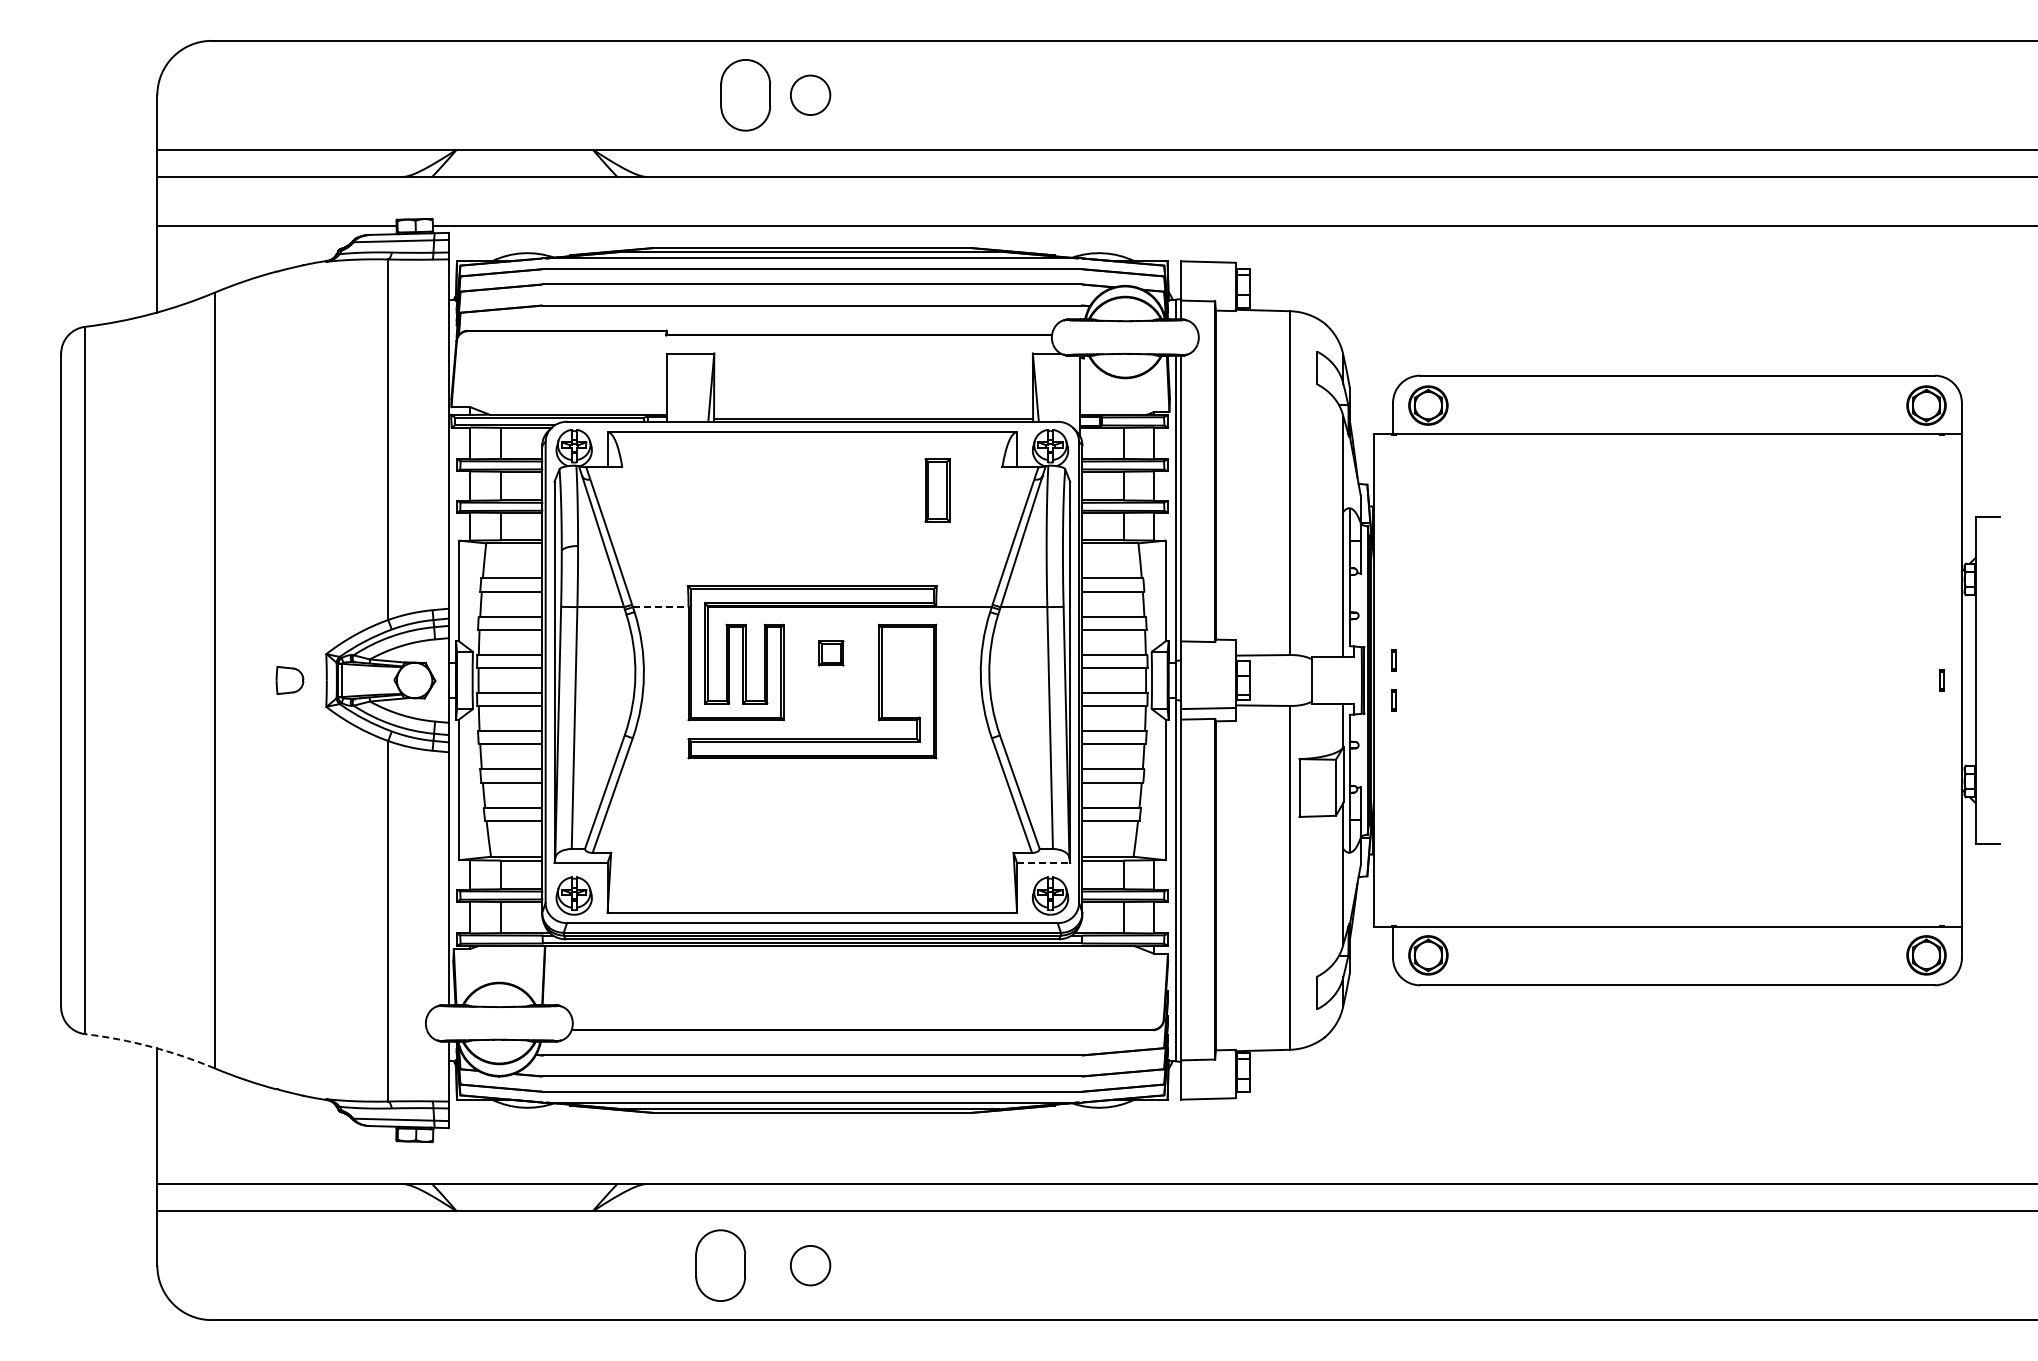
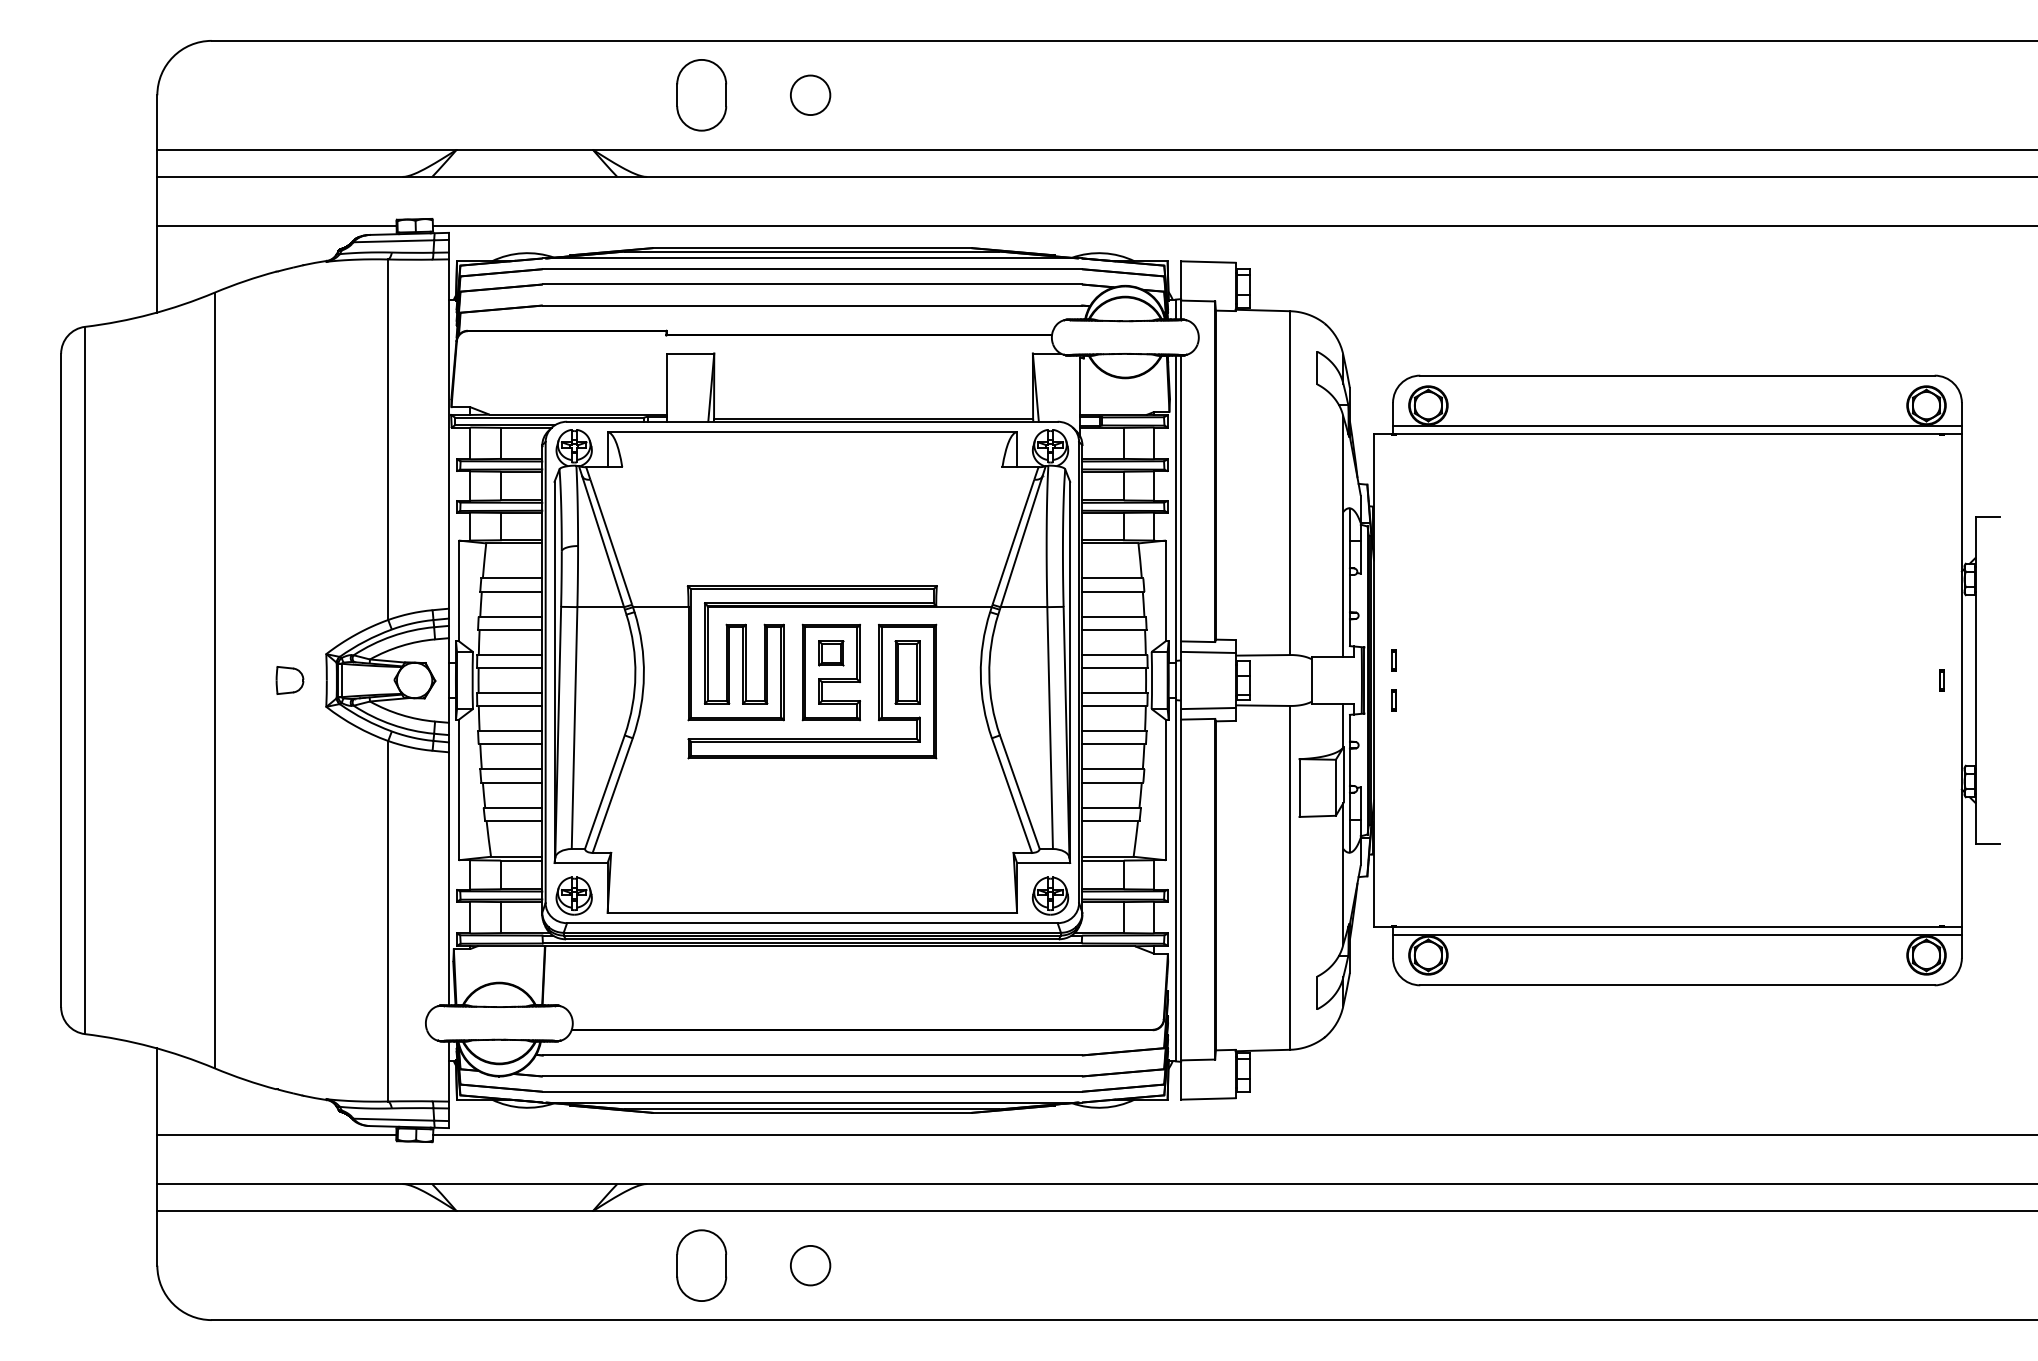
part at (745, 95) position: (745, 95) -> (701, 95)
line at (1677, 425): none -> present
part at (937, 490) position: (937, 490) -> (907, 672)
line at (660, 607): dashed -> solid
line at (1208, 652): none -> present
part at (831, 672): none -> present
line at (1043, 863): dashed -> solid
line at (1677, 935): none -> present
arc at (151, 1046): dashed -> solid
line at (276, 1135): none -> present
line at (1233, 1135): none -> present
part at (720, 1265) position: (720, 1265) -> (701, 1265)
